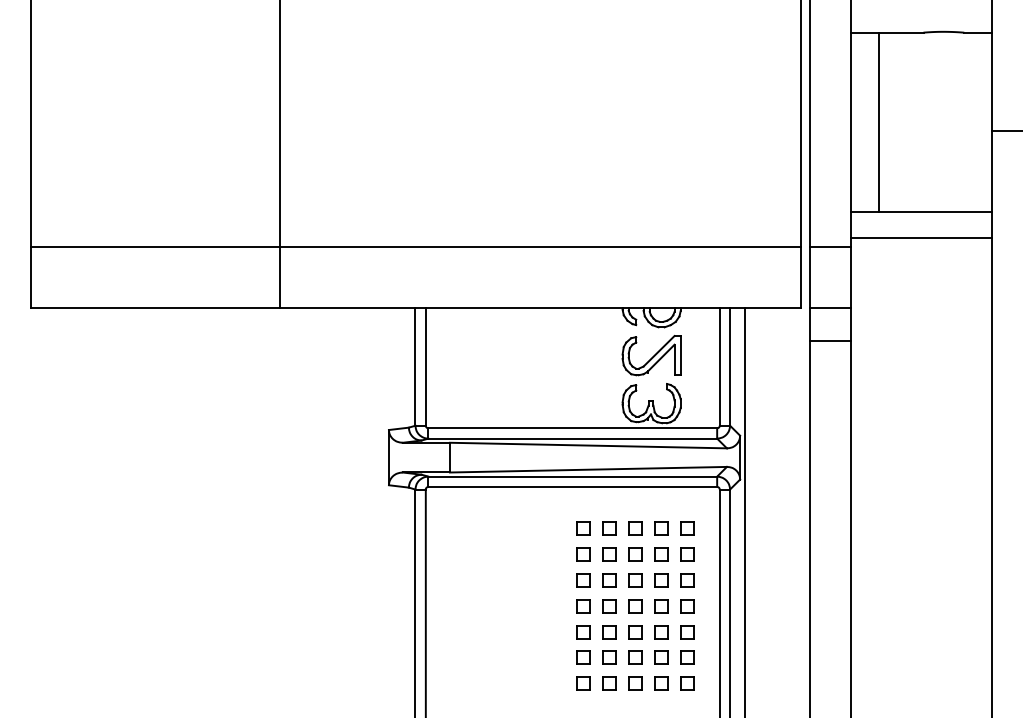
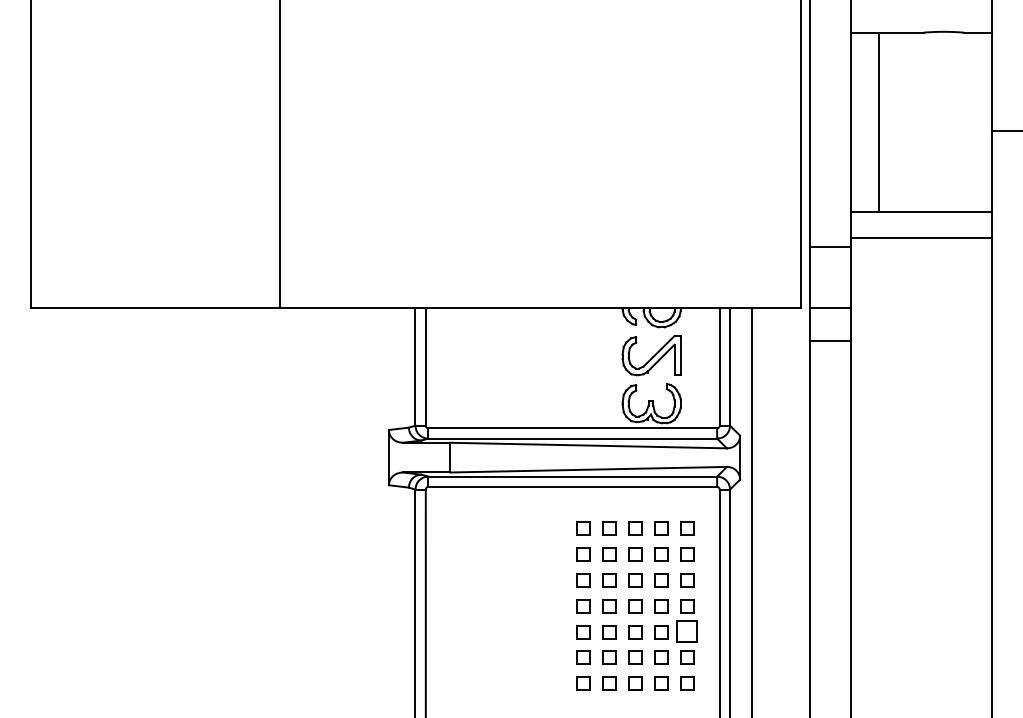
line at (415, 246): present -> none
line at (745, 511) position: (745, 511) -> (752, 511)
part at (687, 632) size: 15x15 px -> 22x23 px
